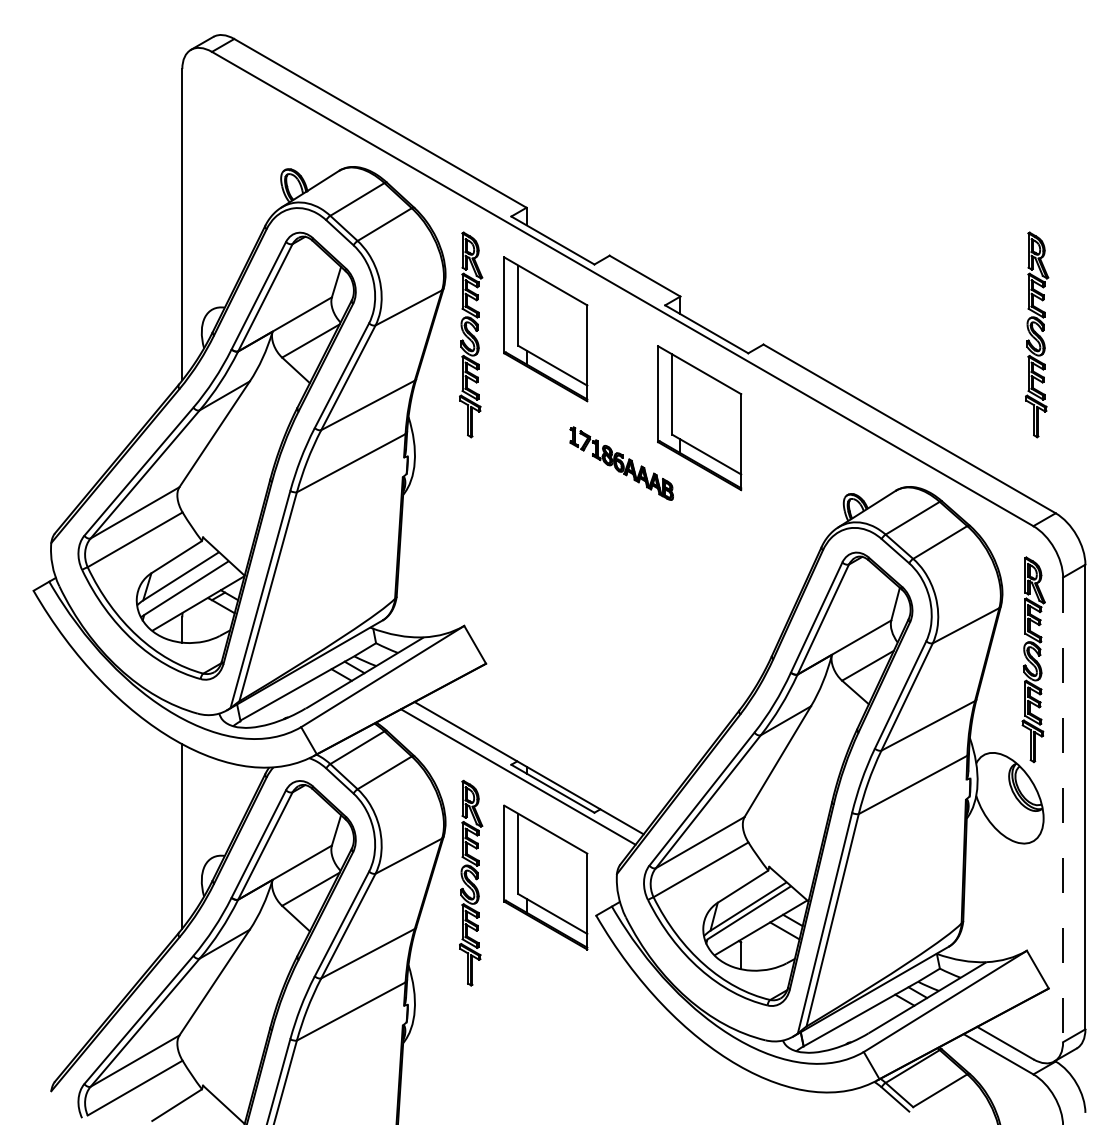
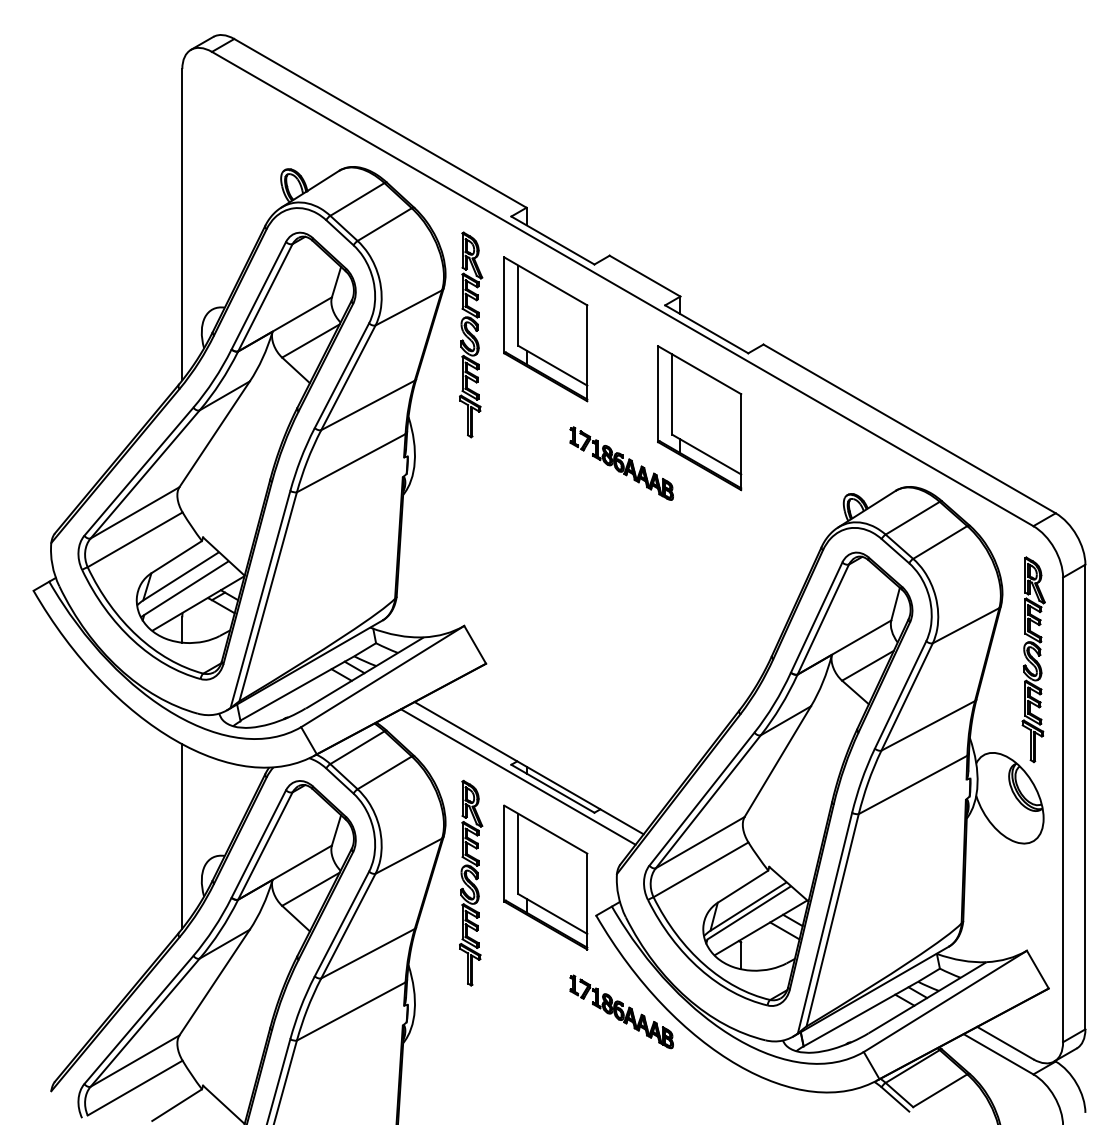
part at (1037, 334): present -> none
line at (1063, 810): dashed -> solid
part at (621, 1011): none -> present
